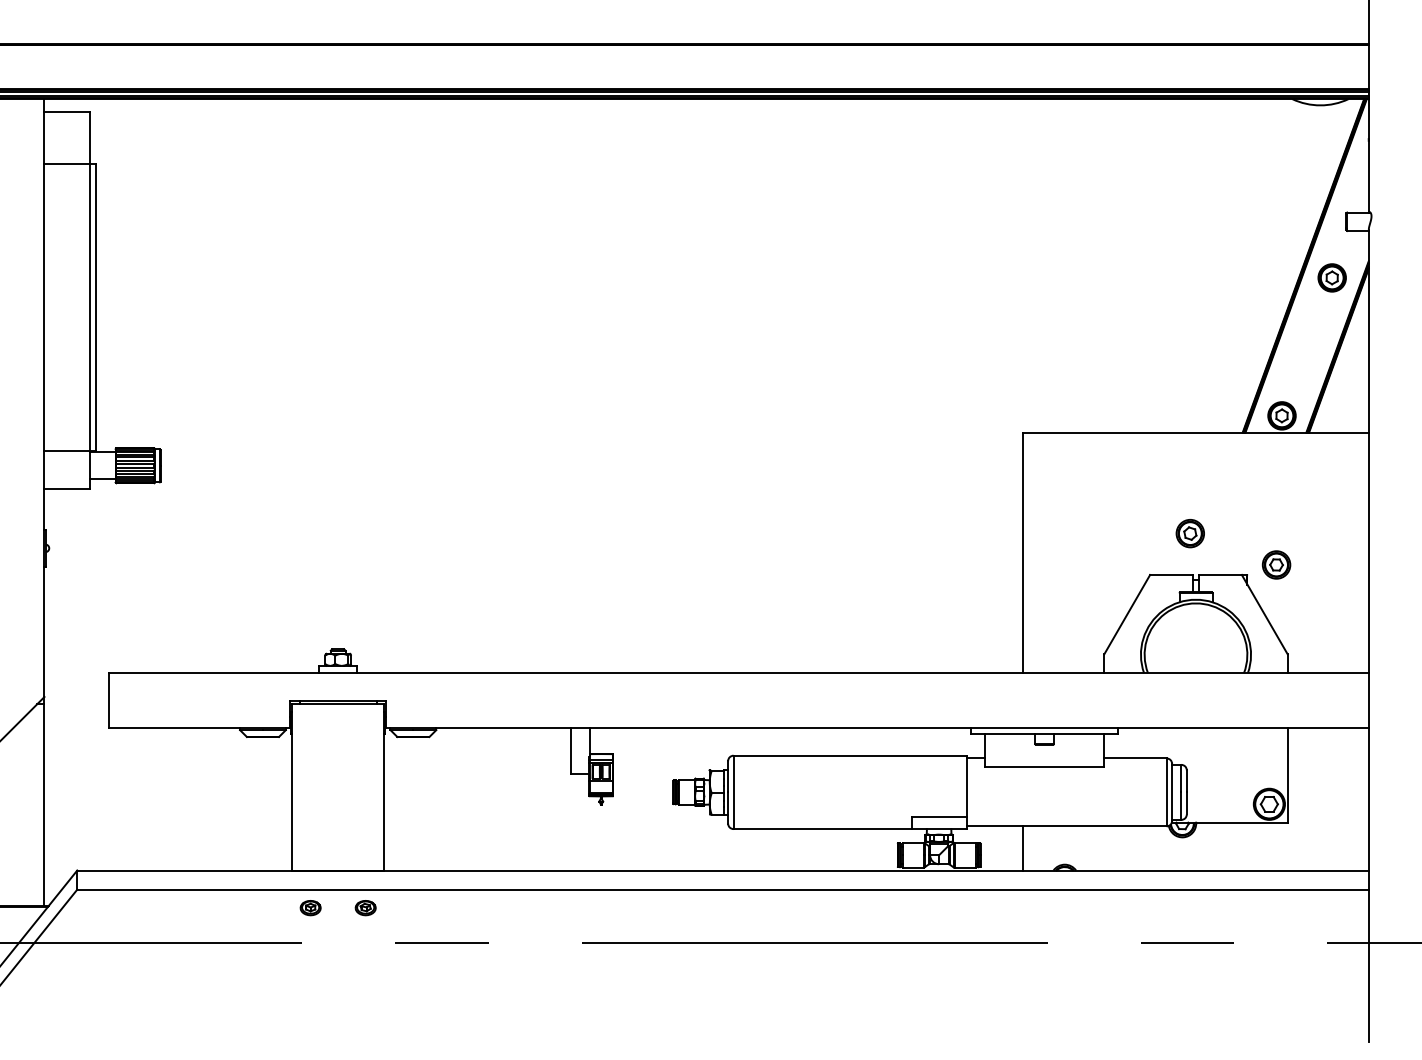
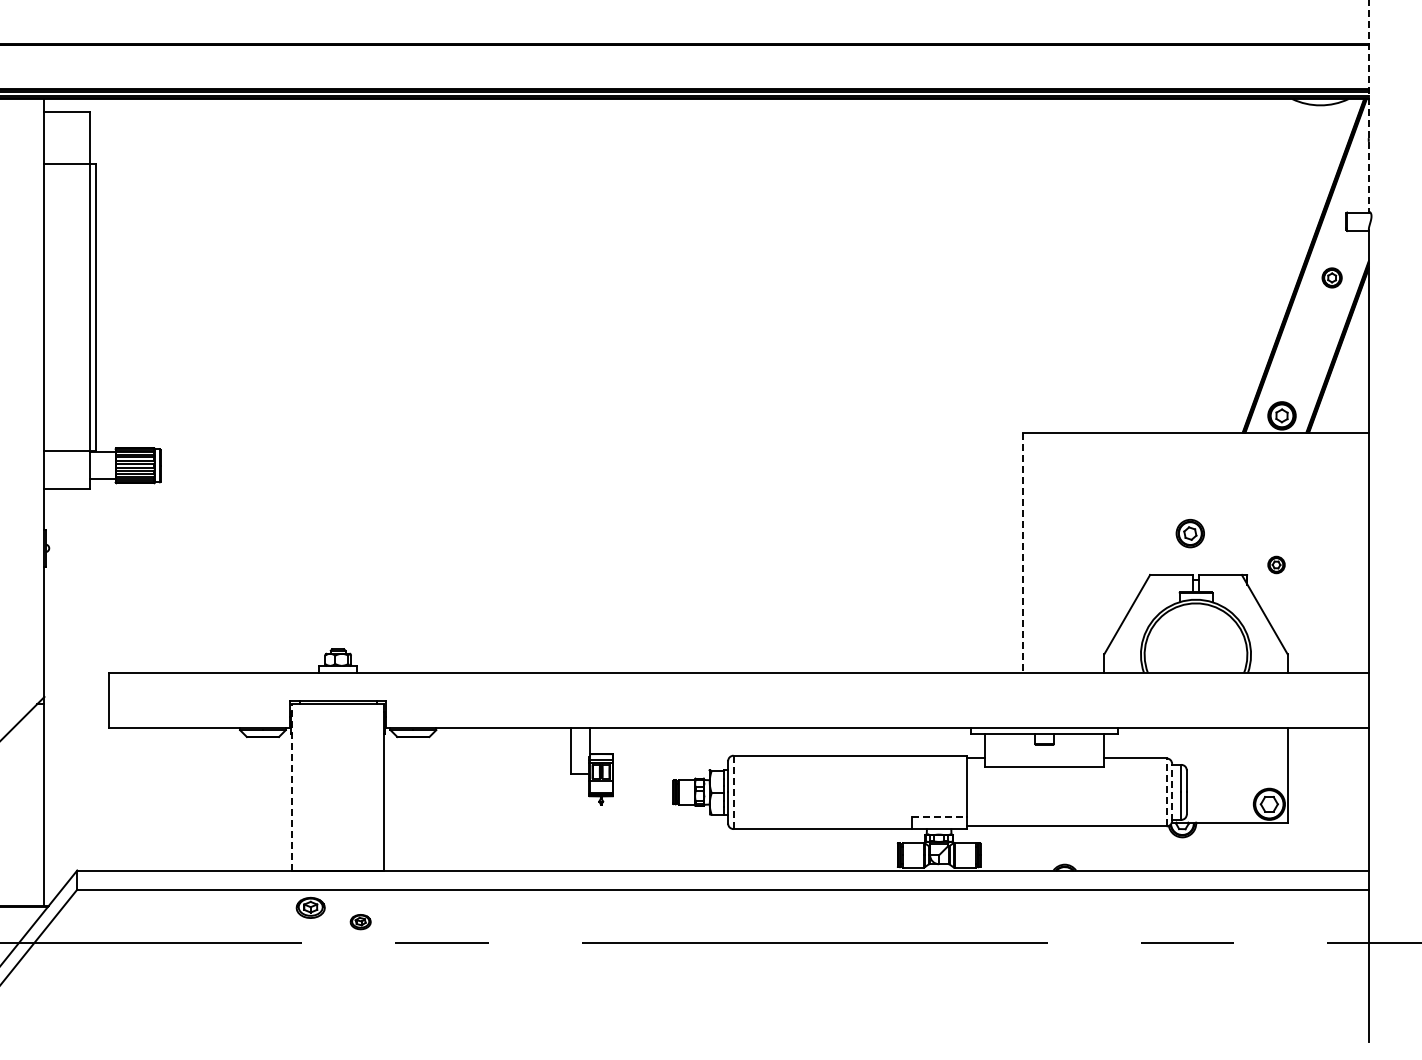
line at (1368, 106): solid -> dashed
part at (1331, 277) size: 30x30 px -> 22x22 px
line at (1022, 553): solid -> dashed
part at (1276, 564) size: 31x30 px -> 19x20 px
line at (292, 786): solid -> dashed
line at (1172, 791): solid -> dashed
line at (733, 792): solid -> dashed
line at (1166, 792): solid -> dashed
line at (939, 816): solid -> dashed
line at (1022, 848): present -> none
part at (310, 908) size: 23x17 px -> 31x23 px
part at (365, 908) position: (365, 908) -> (360, 922)
